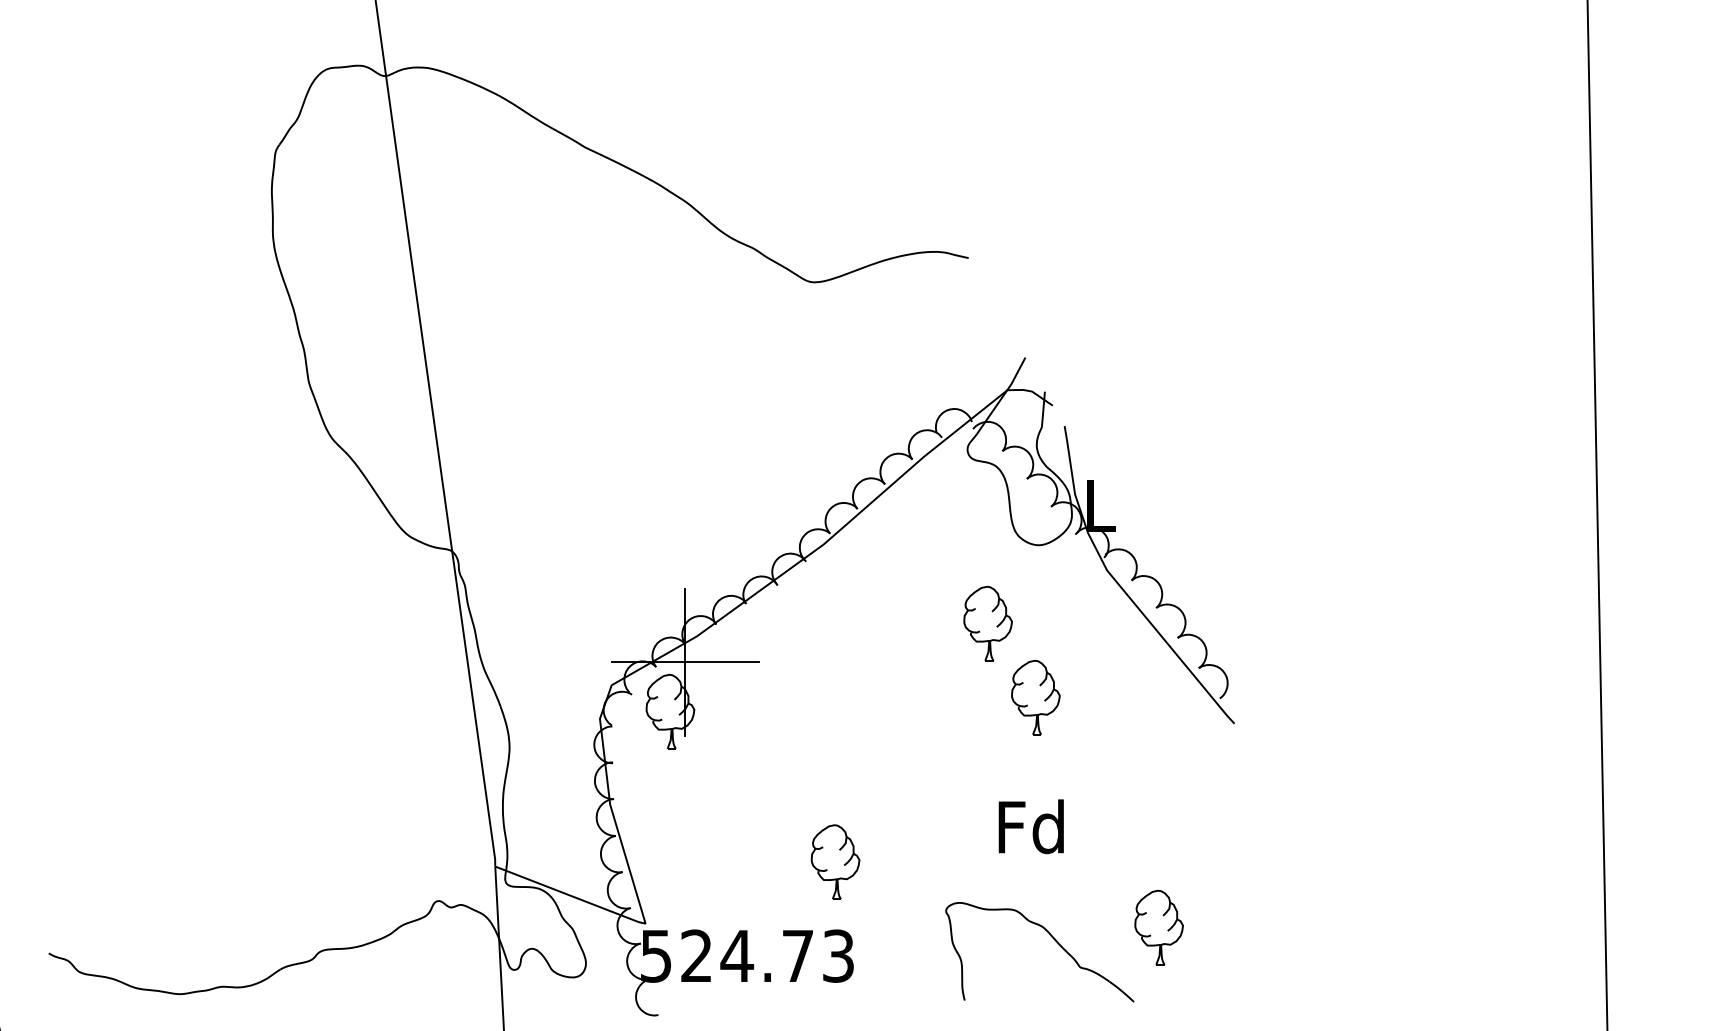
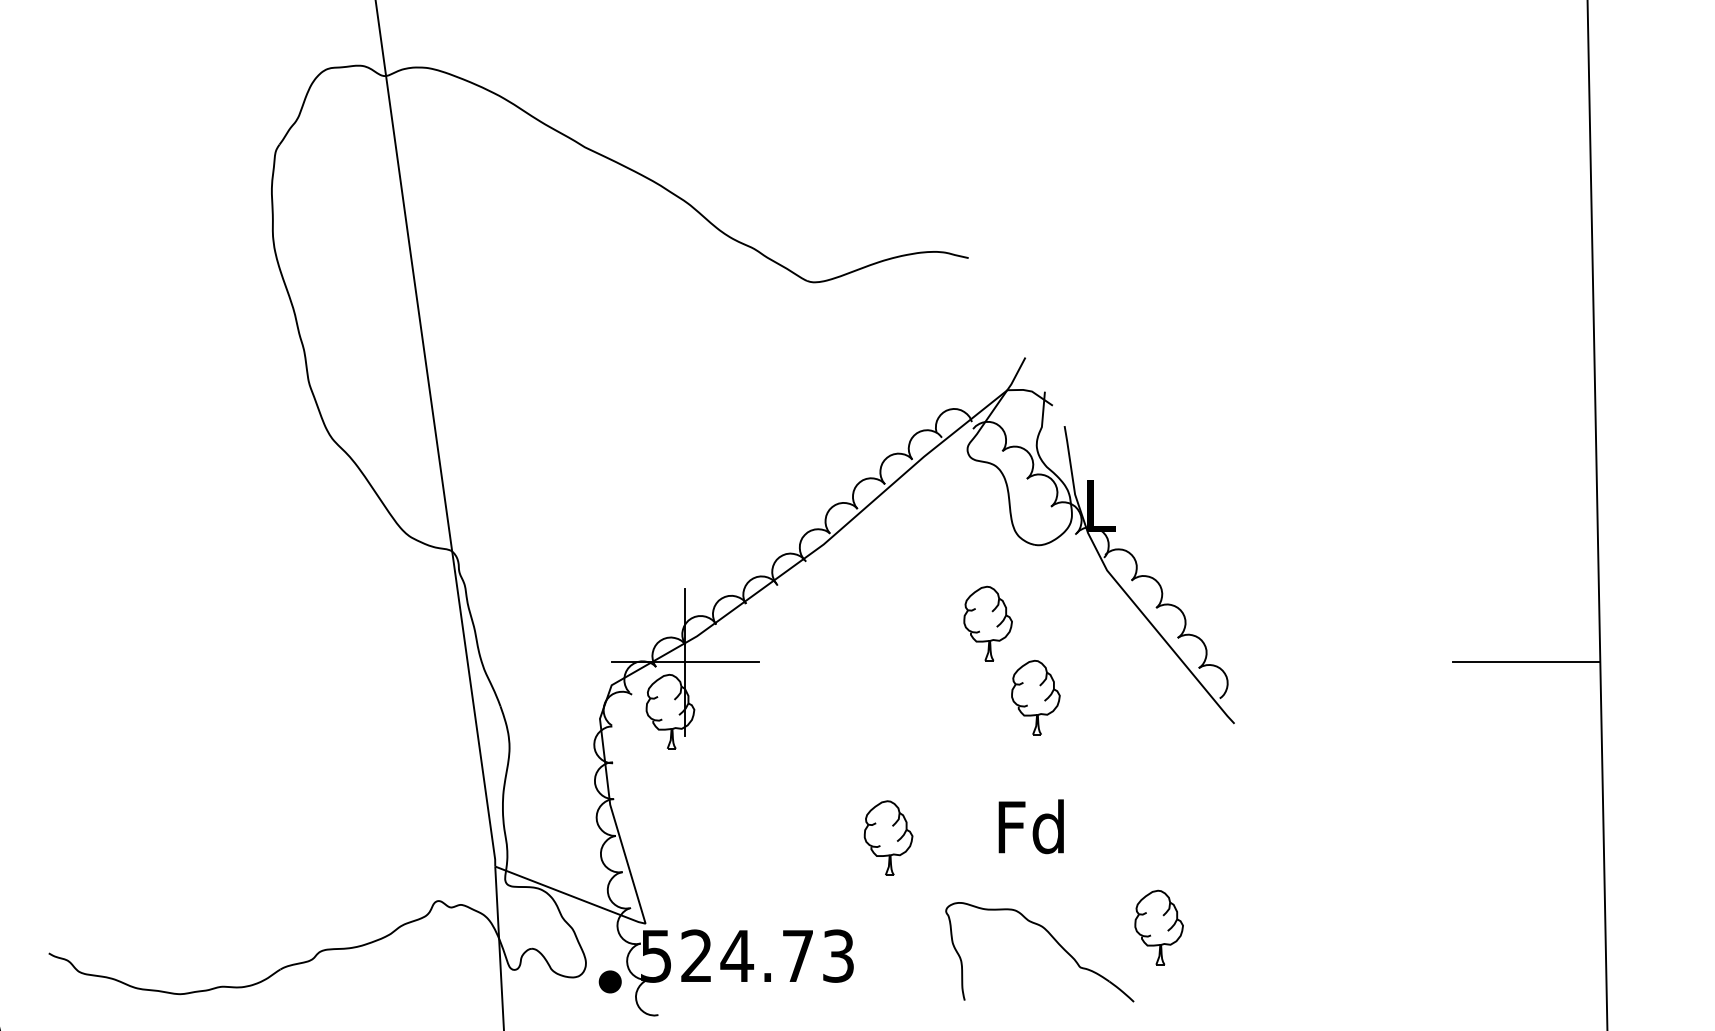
line at (1526, 662): none -> present
part at (835, 861) position: (835, 861) -> (888, 837)
part at (609, 981): none -> present
